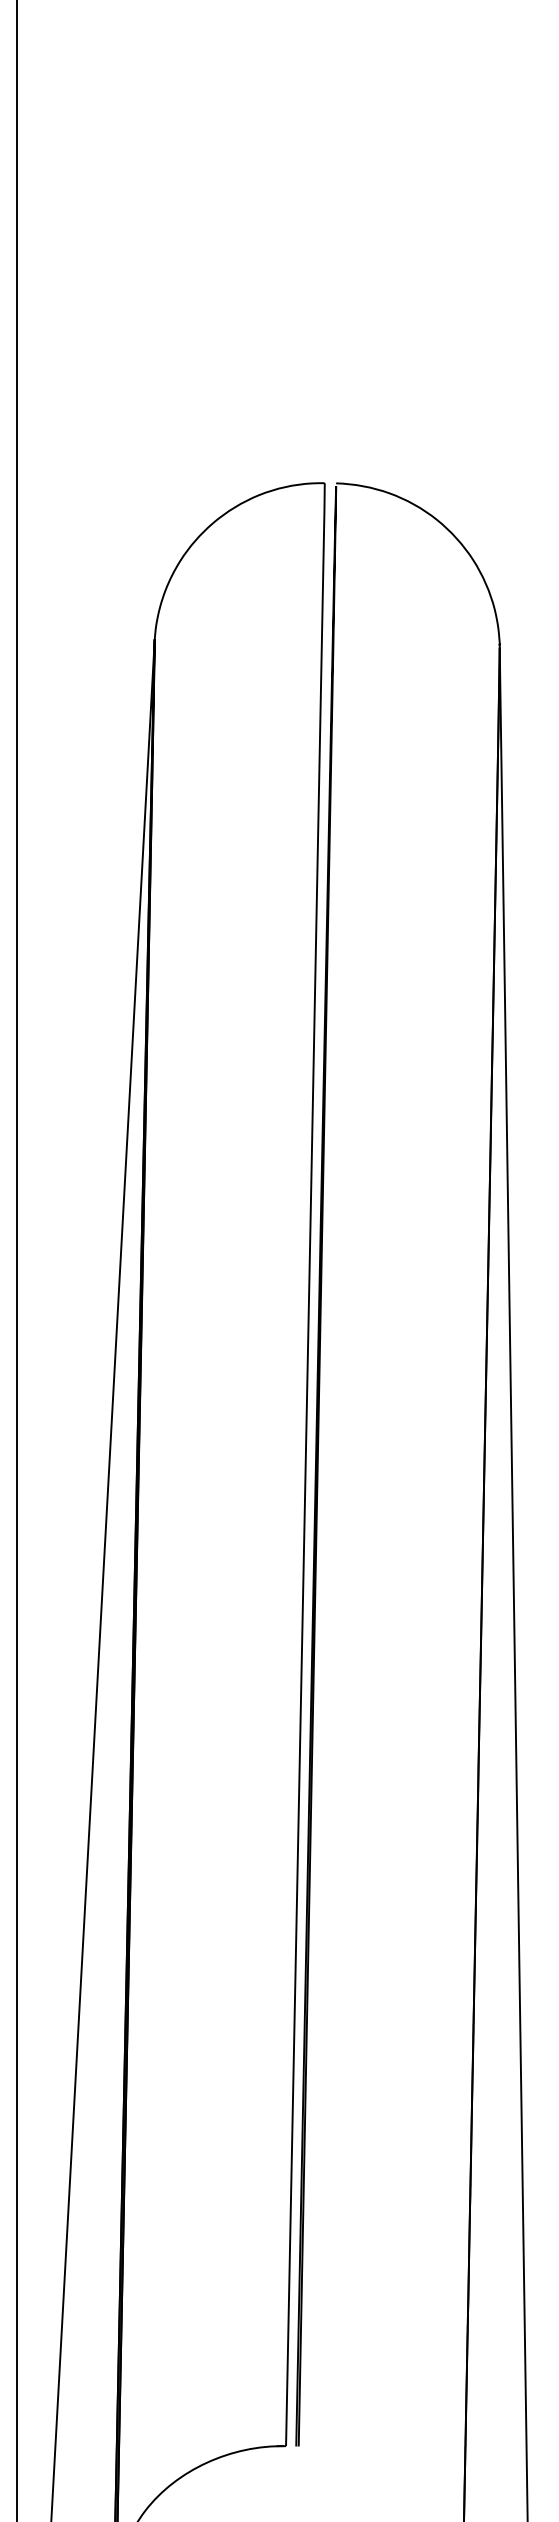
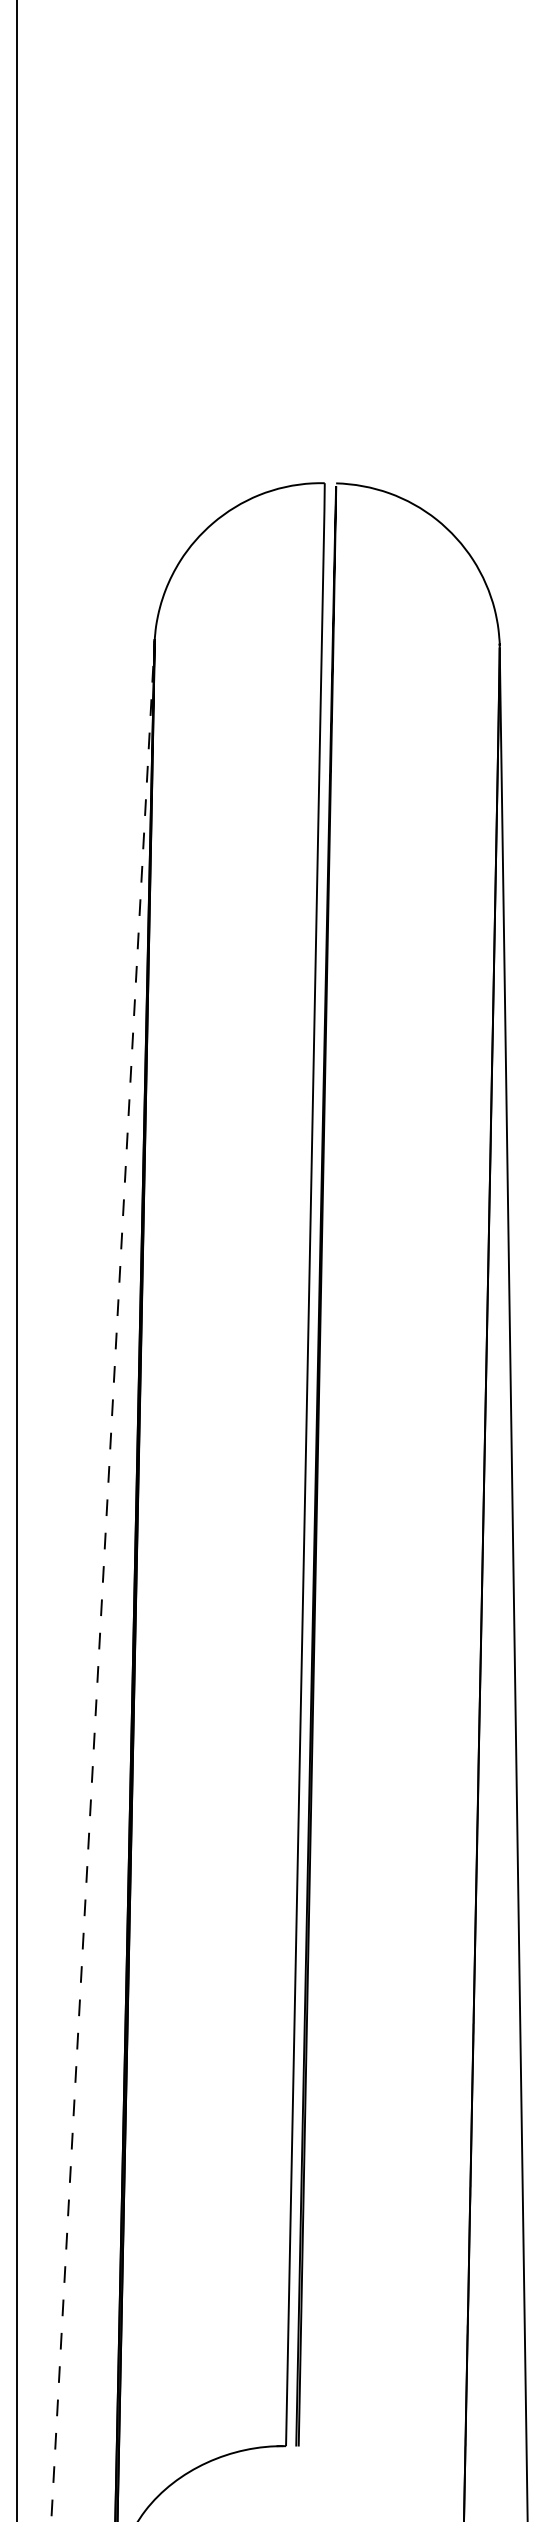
line at (102, 1581): solid -> dashed
